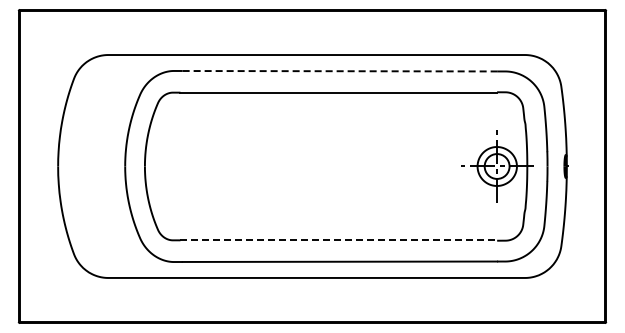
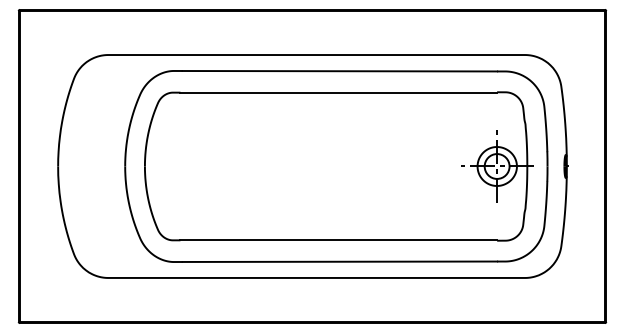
line at (340, 71): dashed -> solid
line at (339, 240): dashed -> solid
